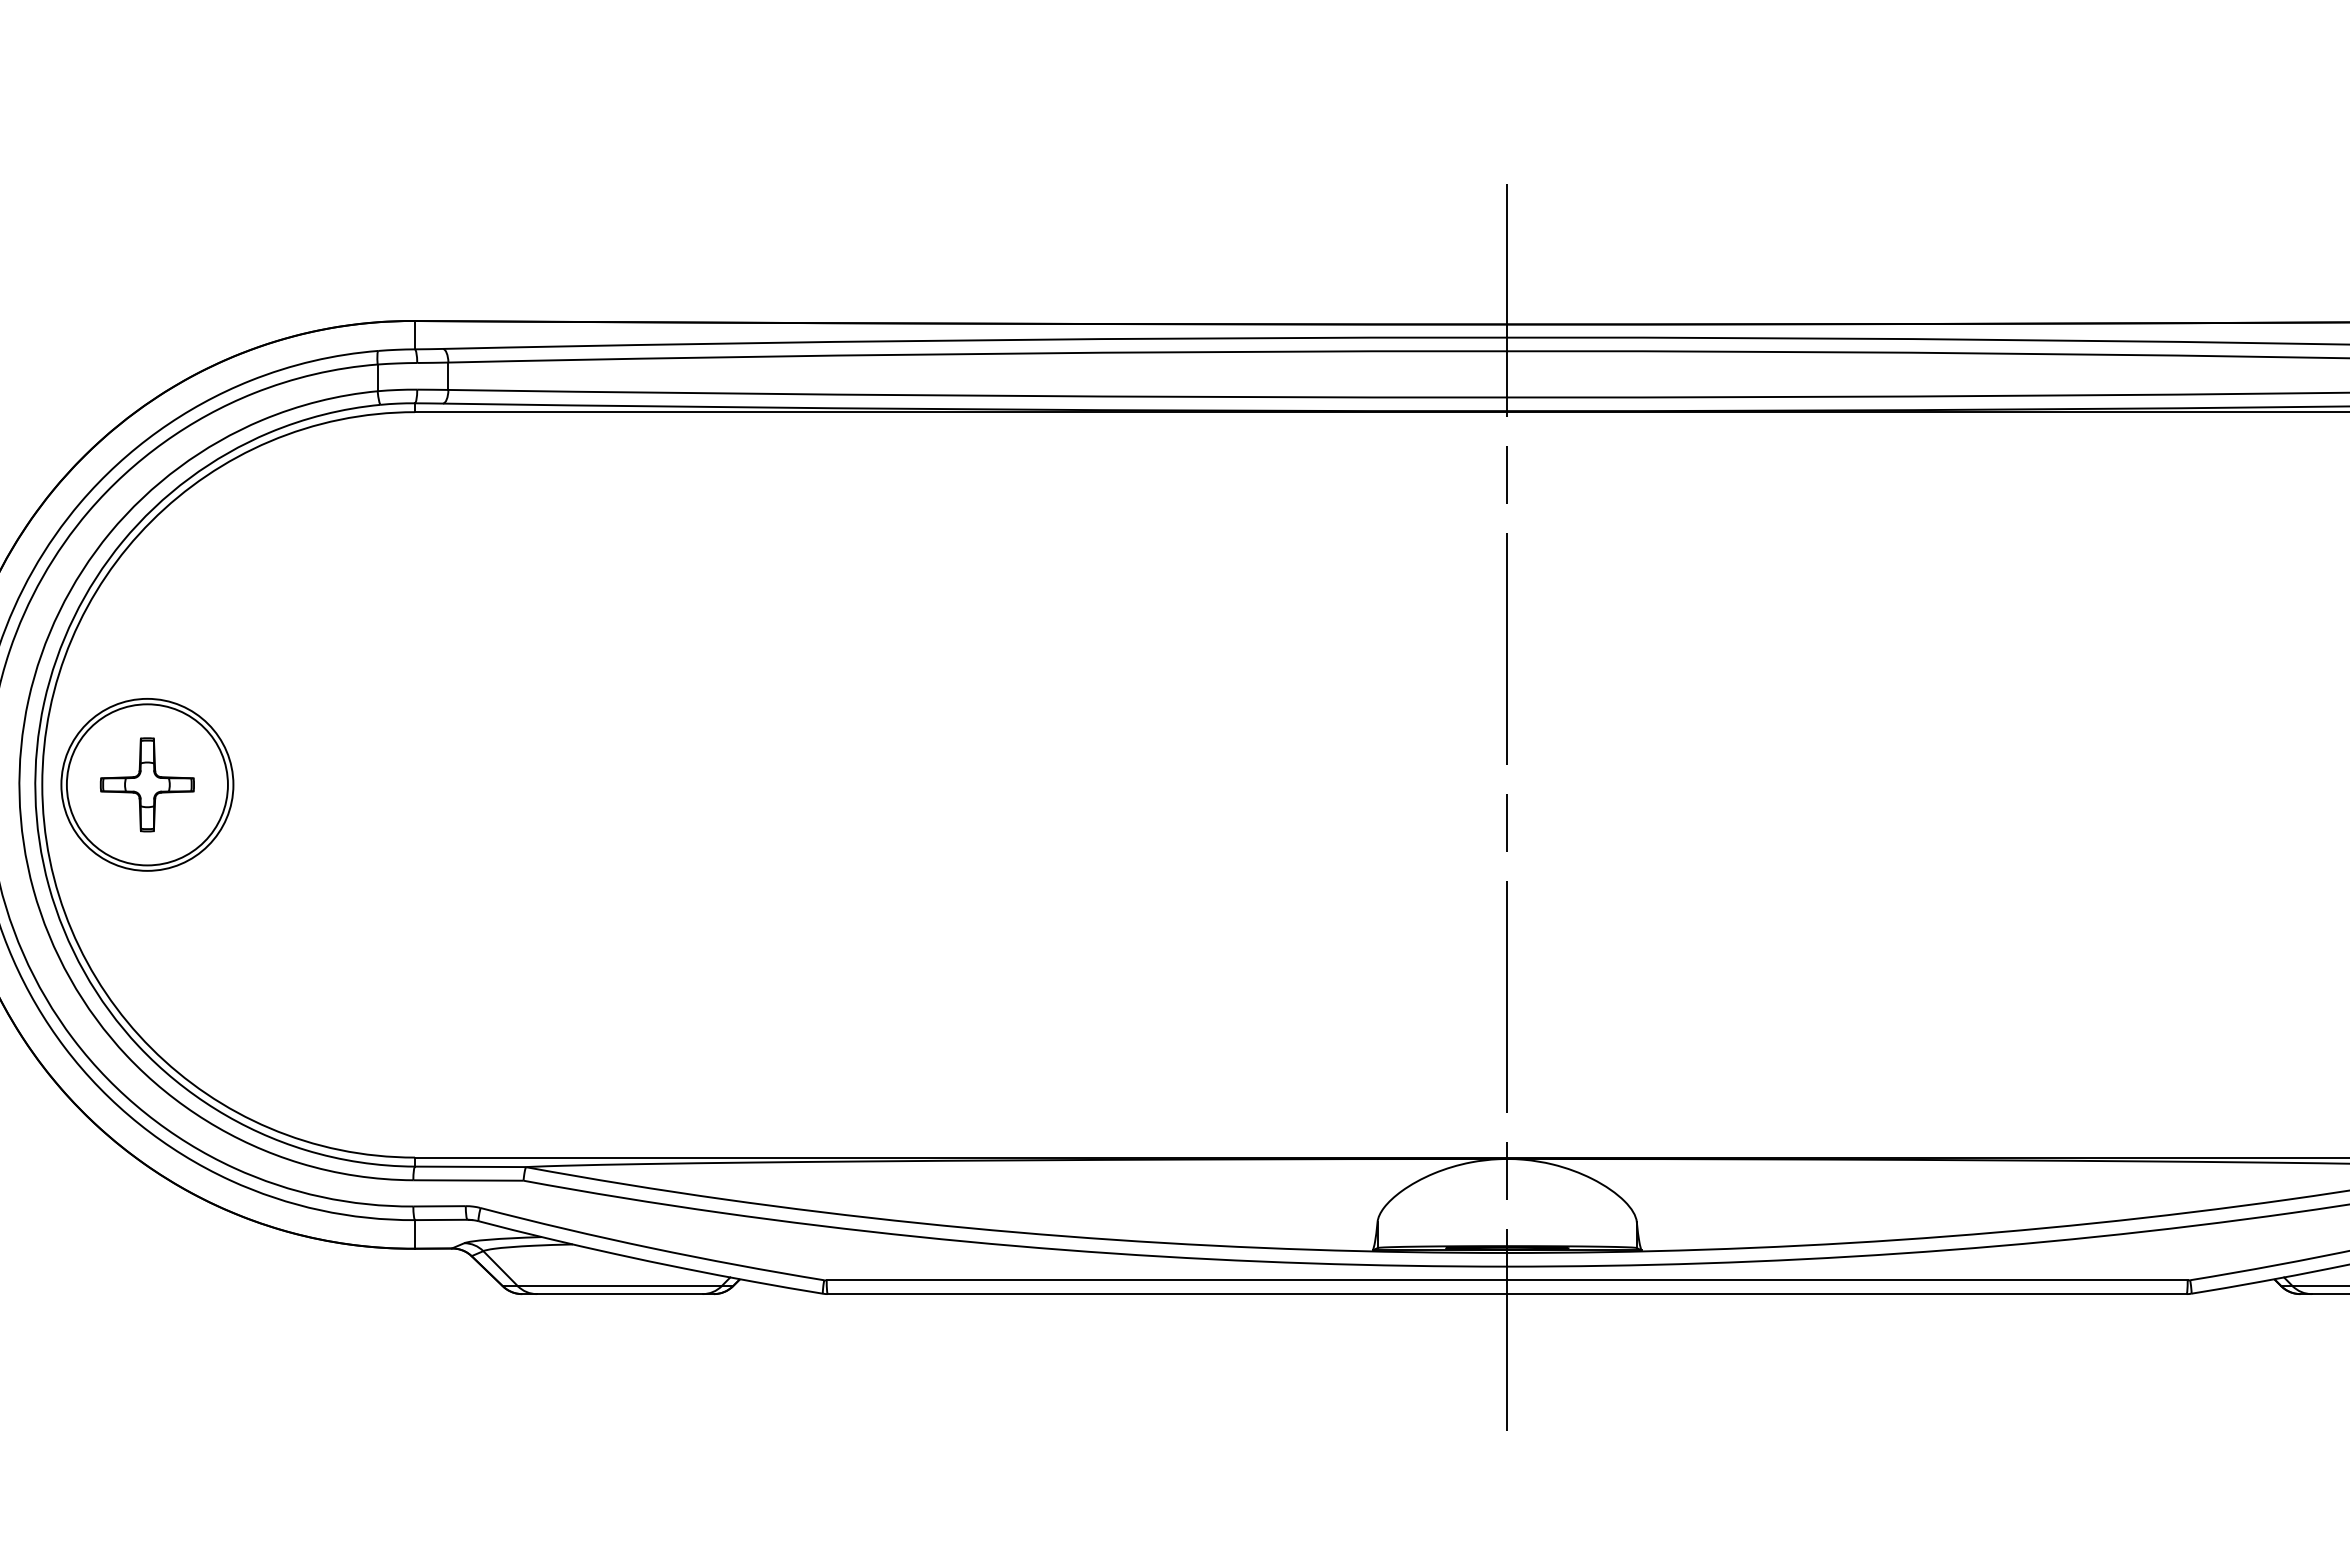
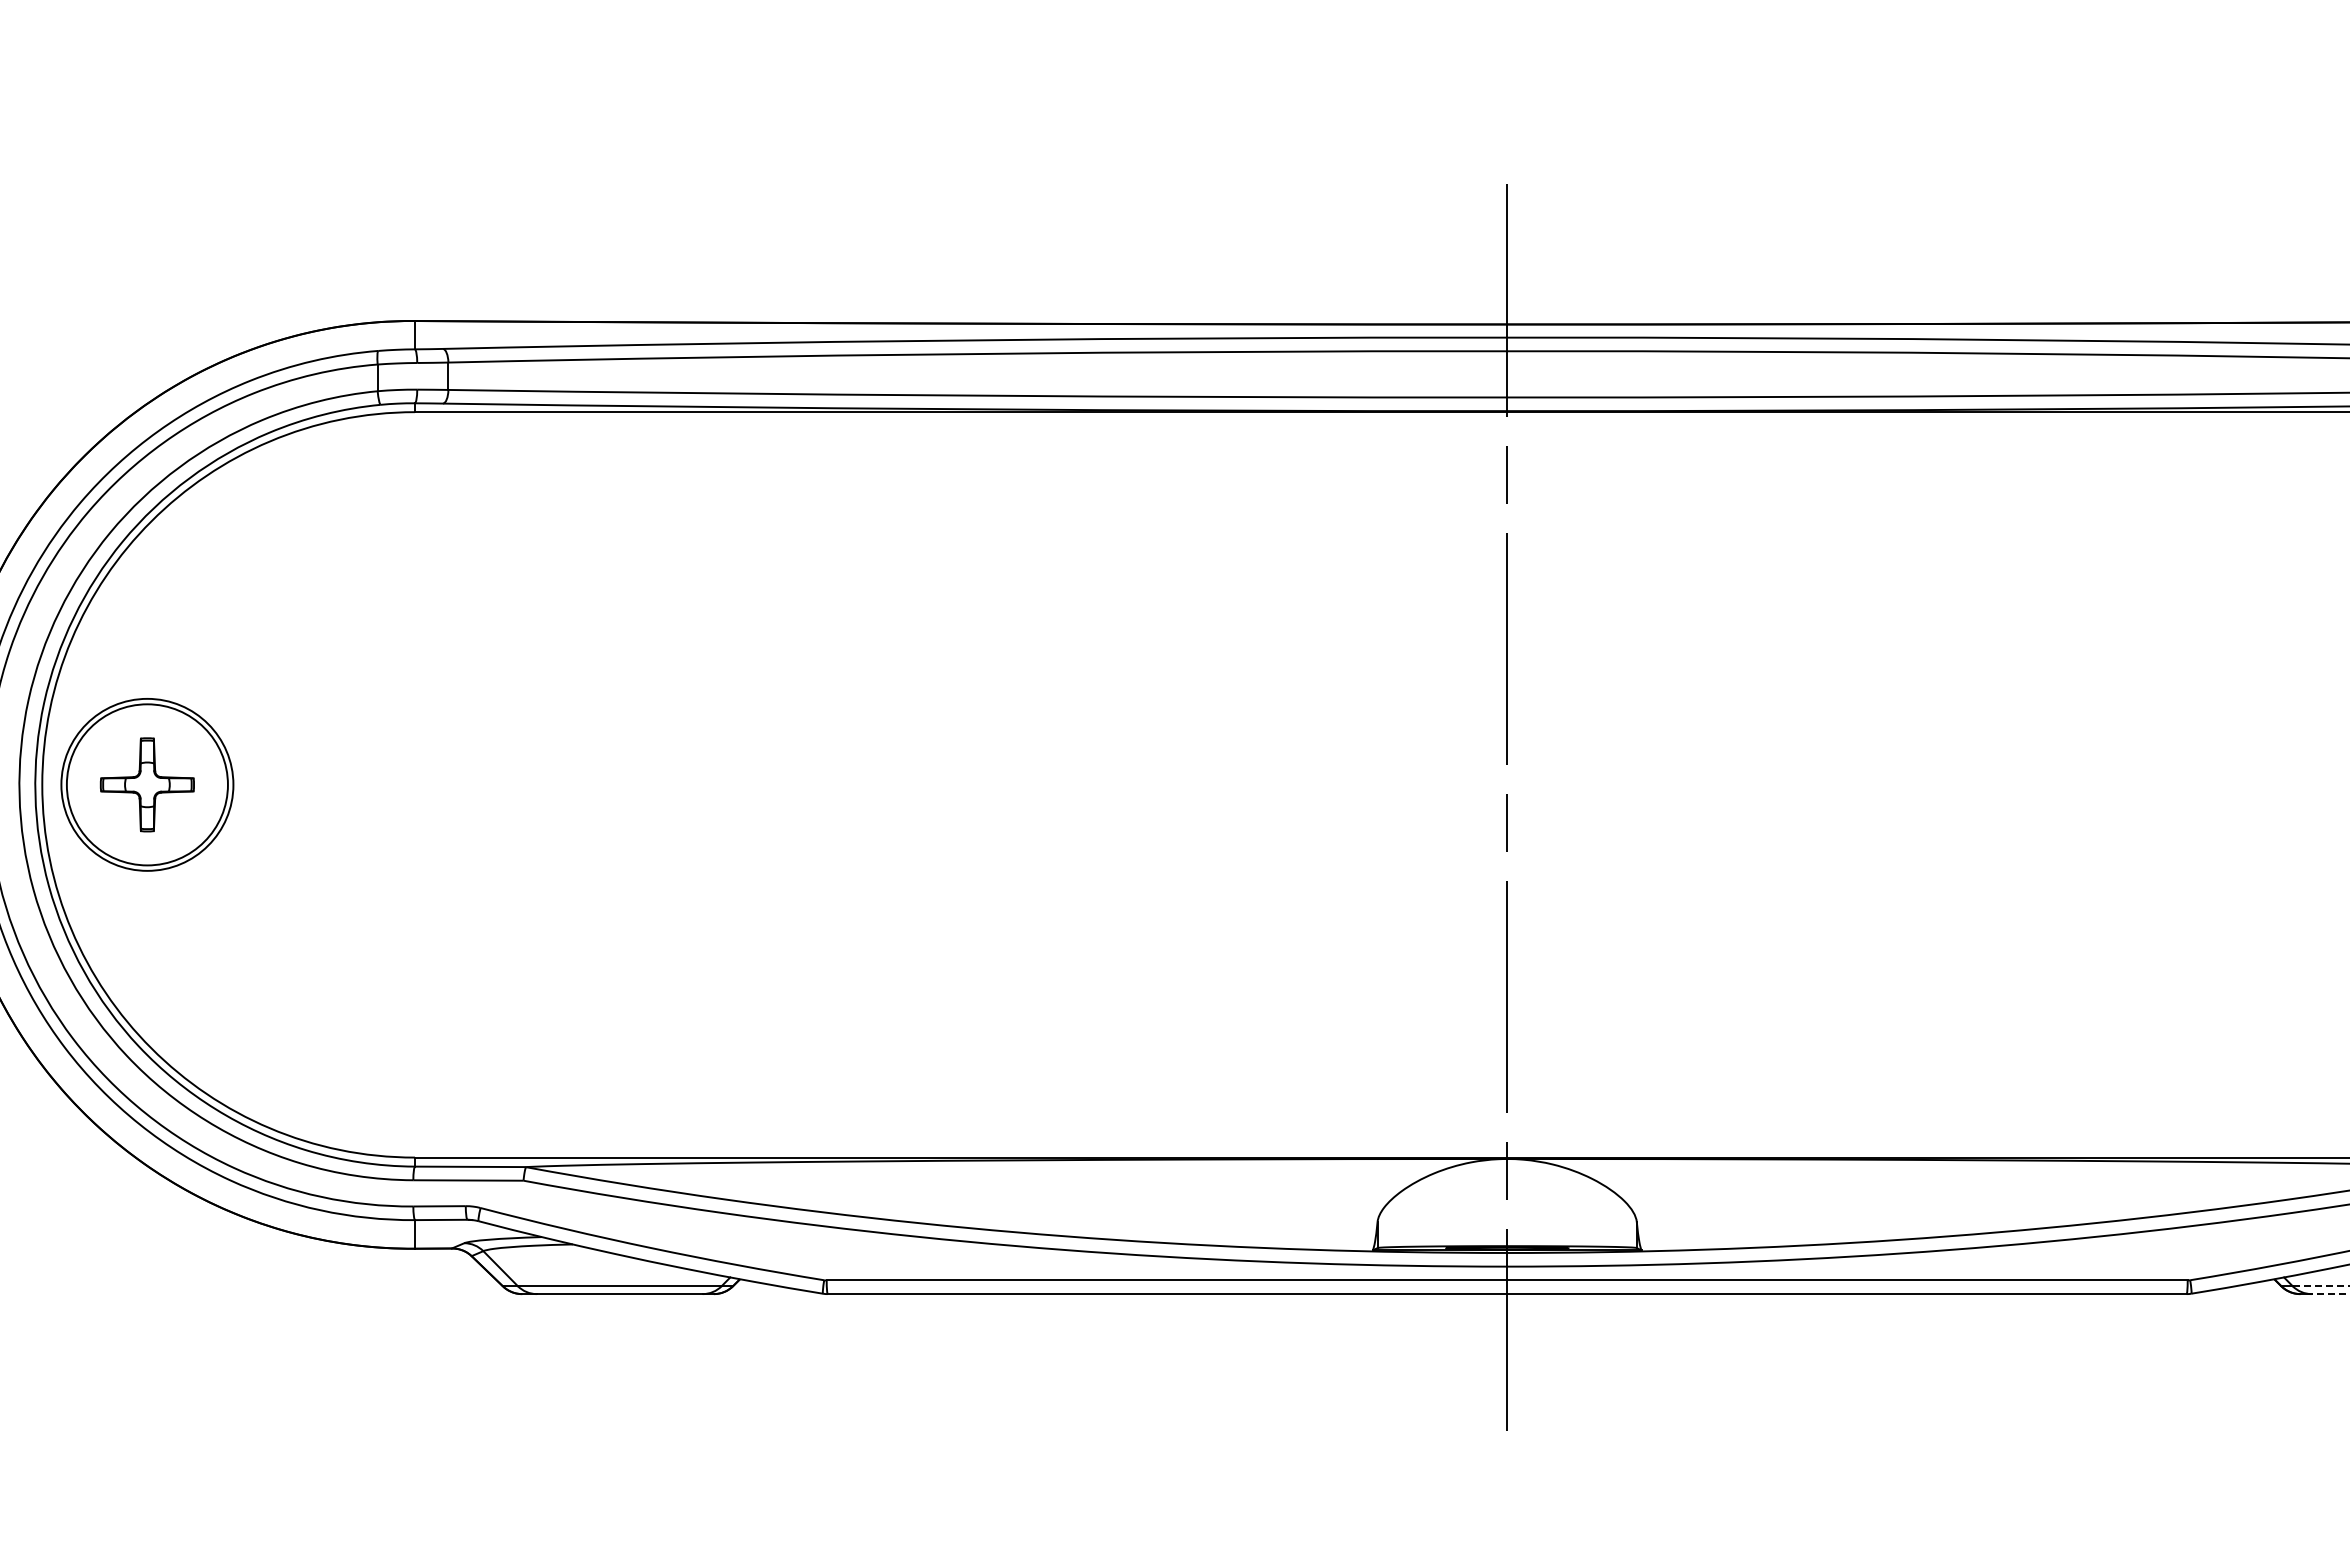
line at (2321, 1286): solid -> dashed
line at (2330, 1294): solid -> dashed
